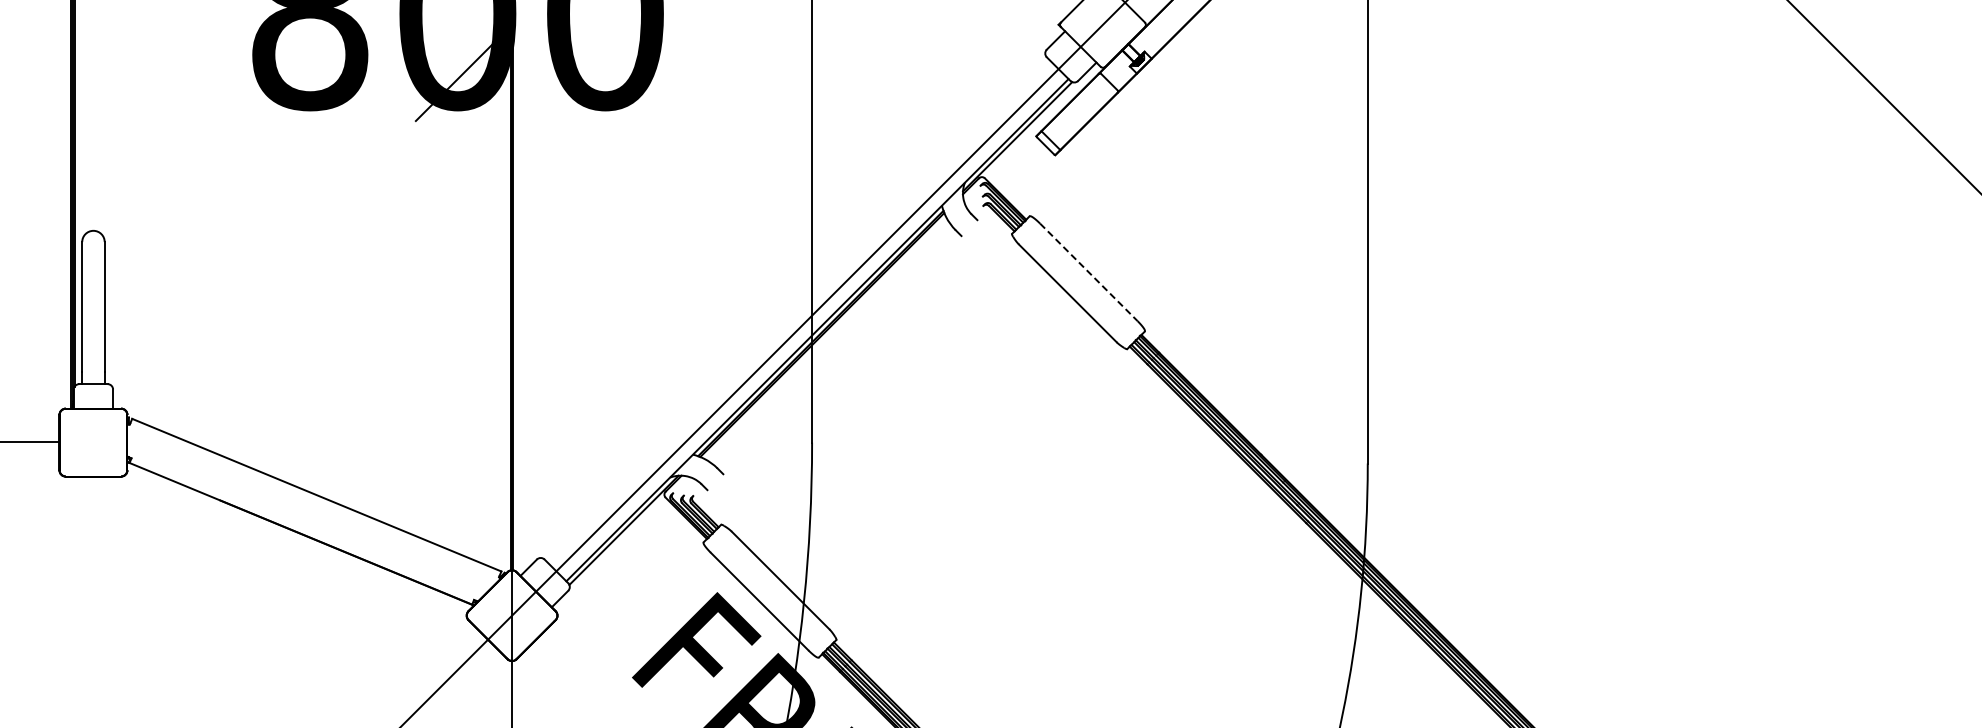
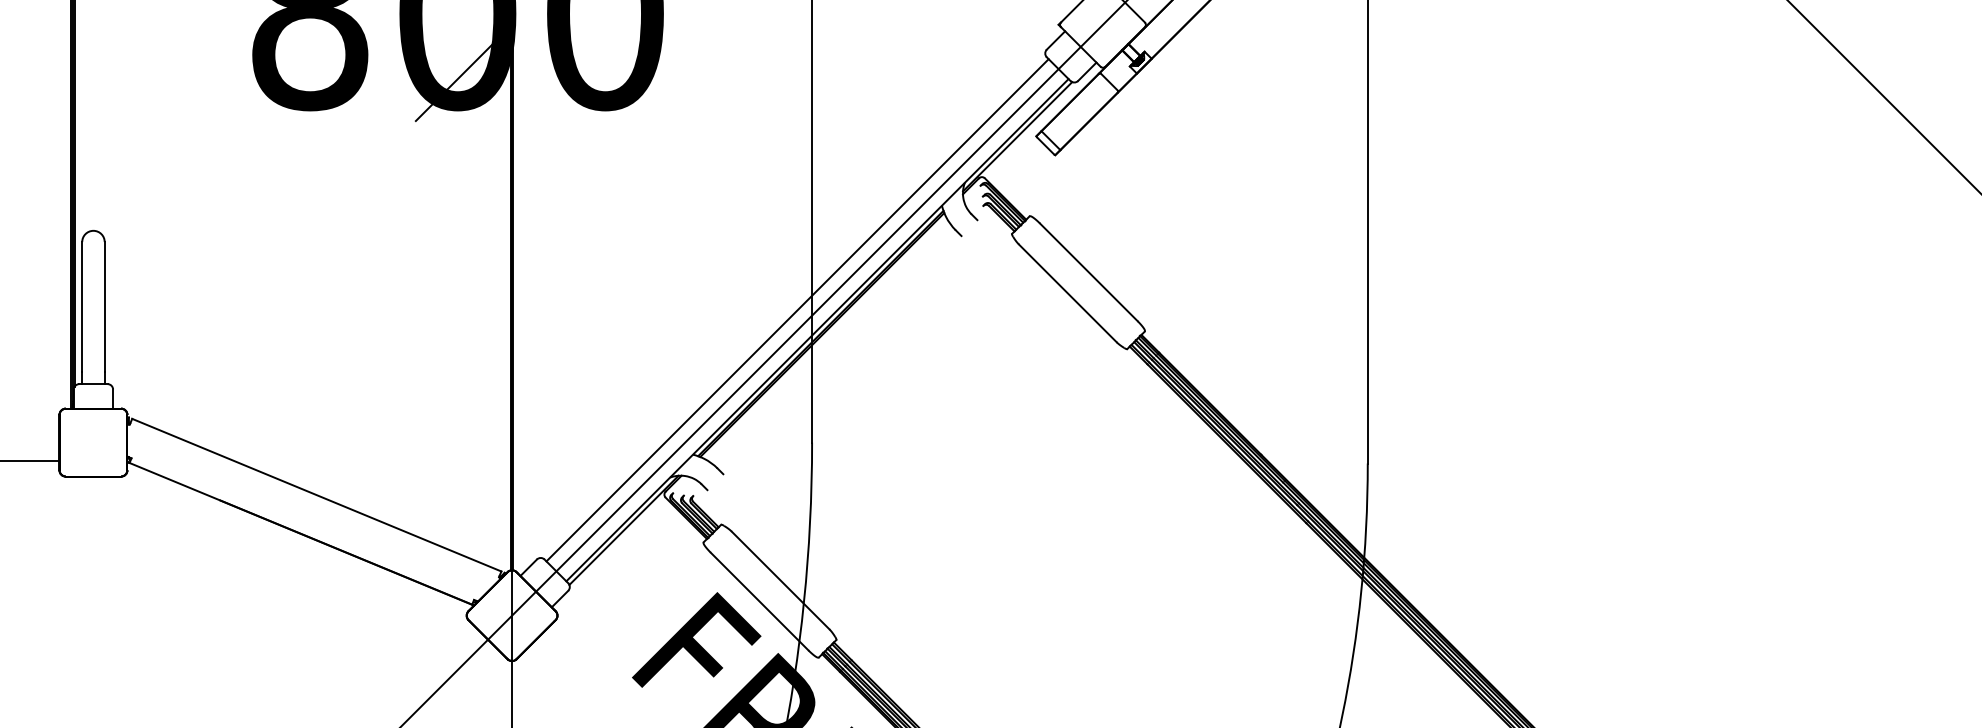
line at (1088, 272): dashed -> solid
line at (797, 310): none -> present
line at (30, 442) position: (30, 442) -> (30, 461)
